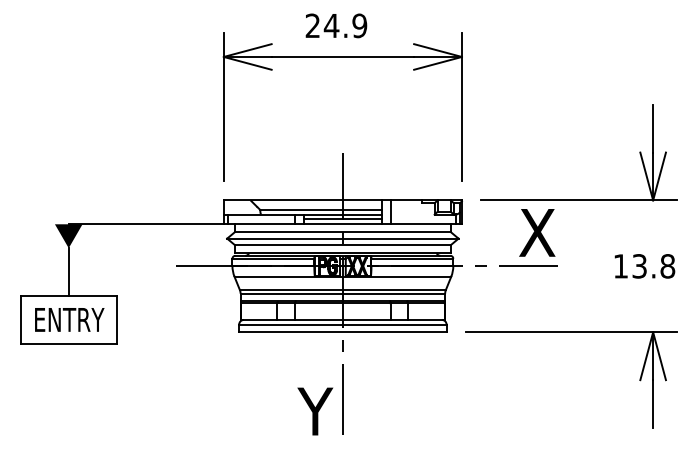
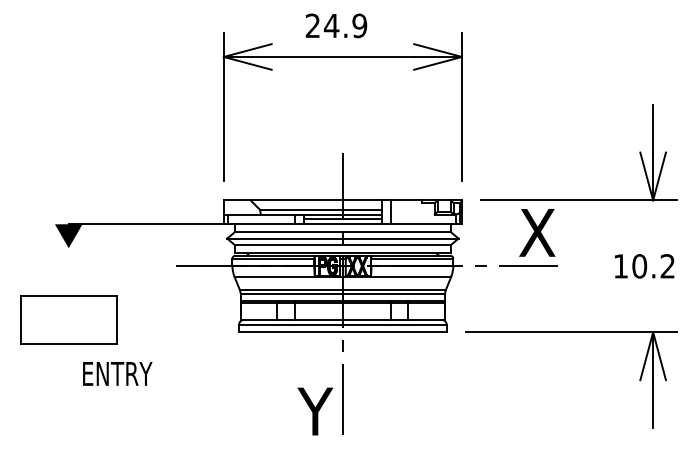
text at (653, 266): 13.8 -> 10.2
line at (68, 272): present -> none
text at (69, 319) position: (69, 319) -> (117, 373)
